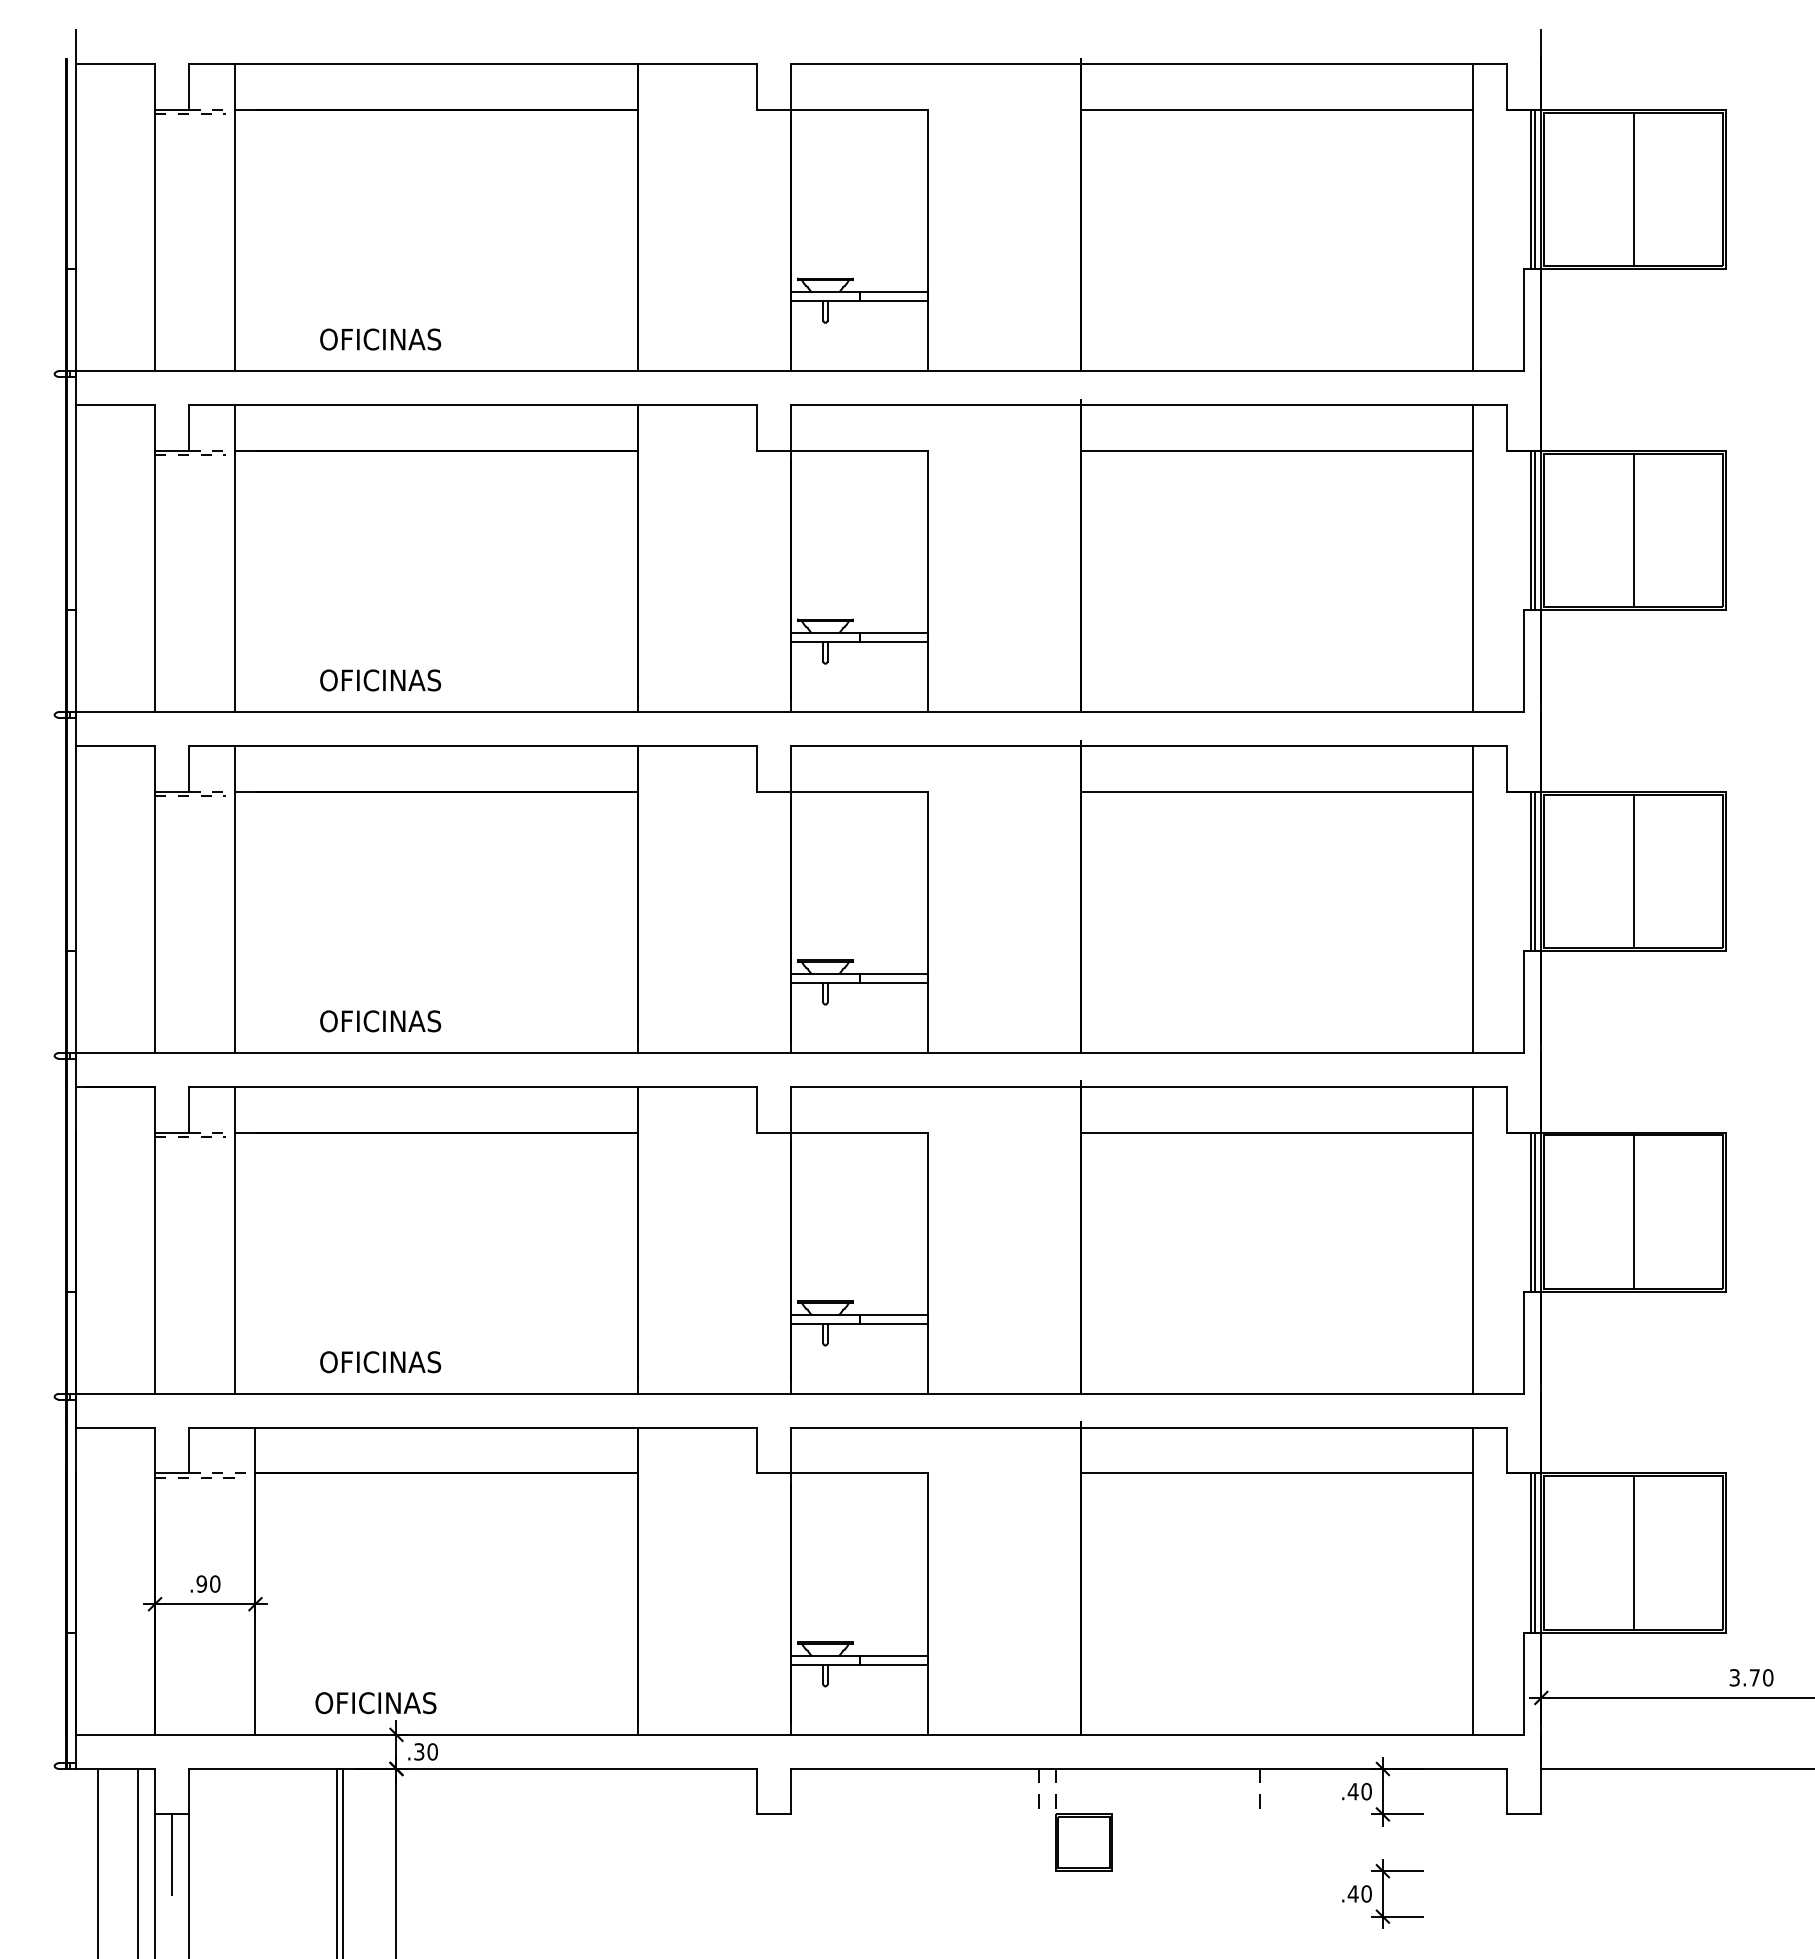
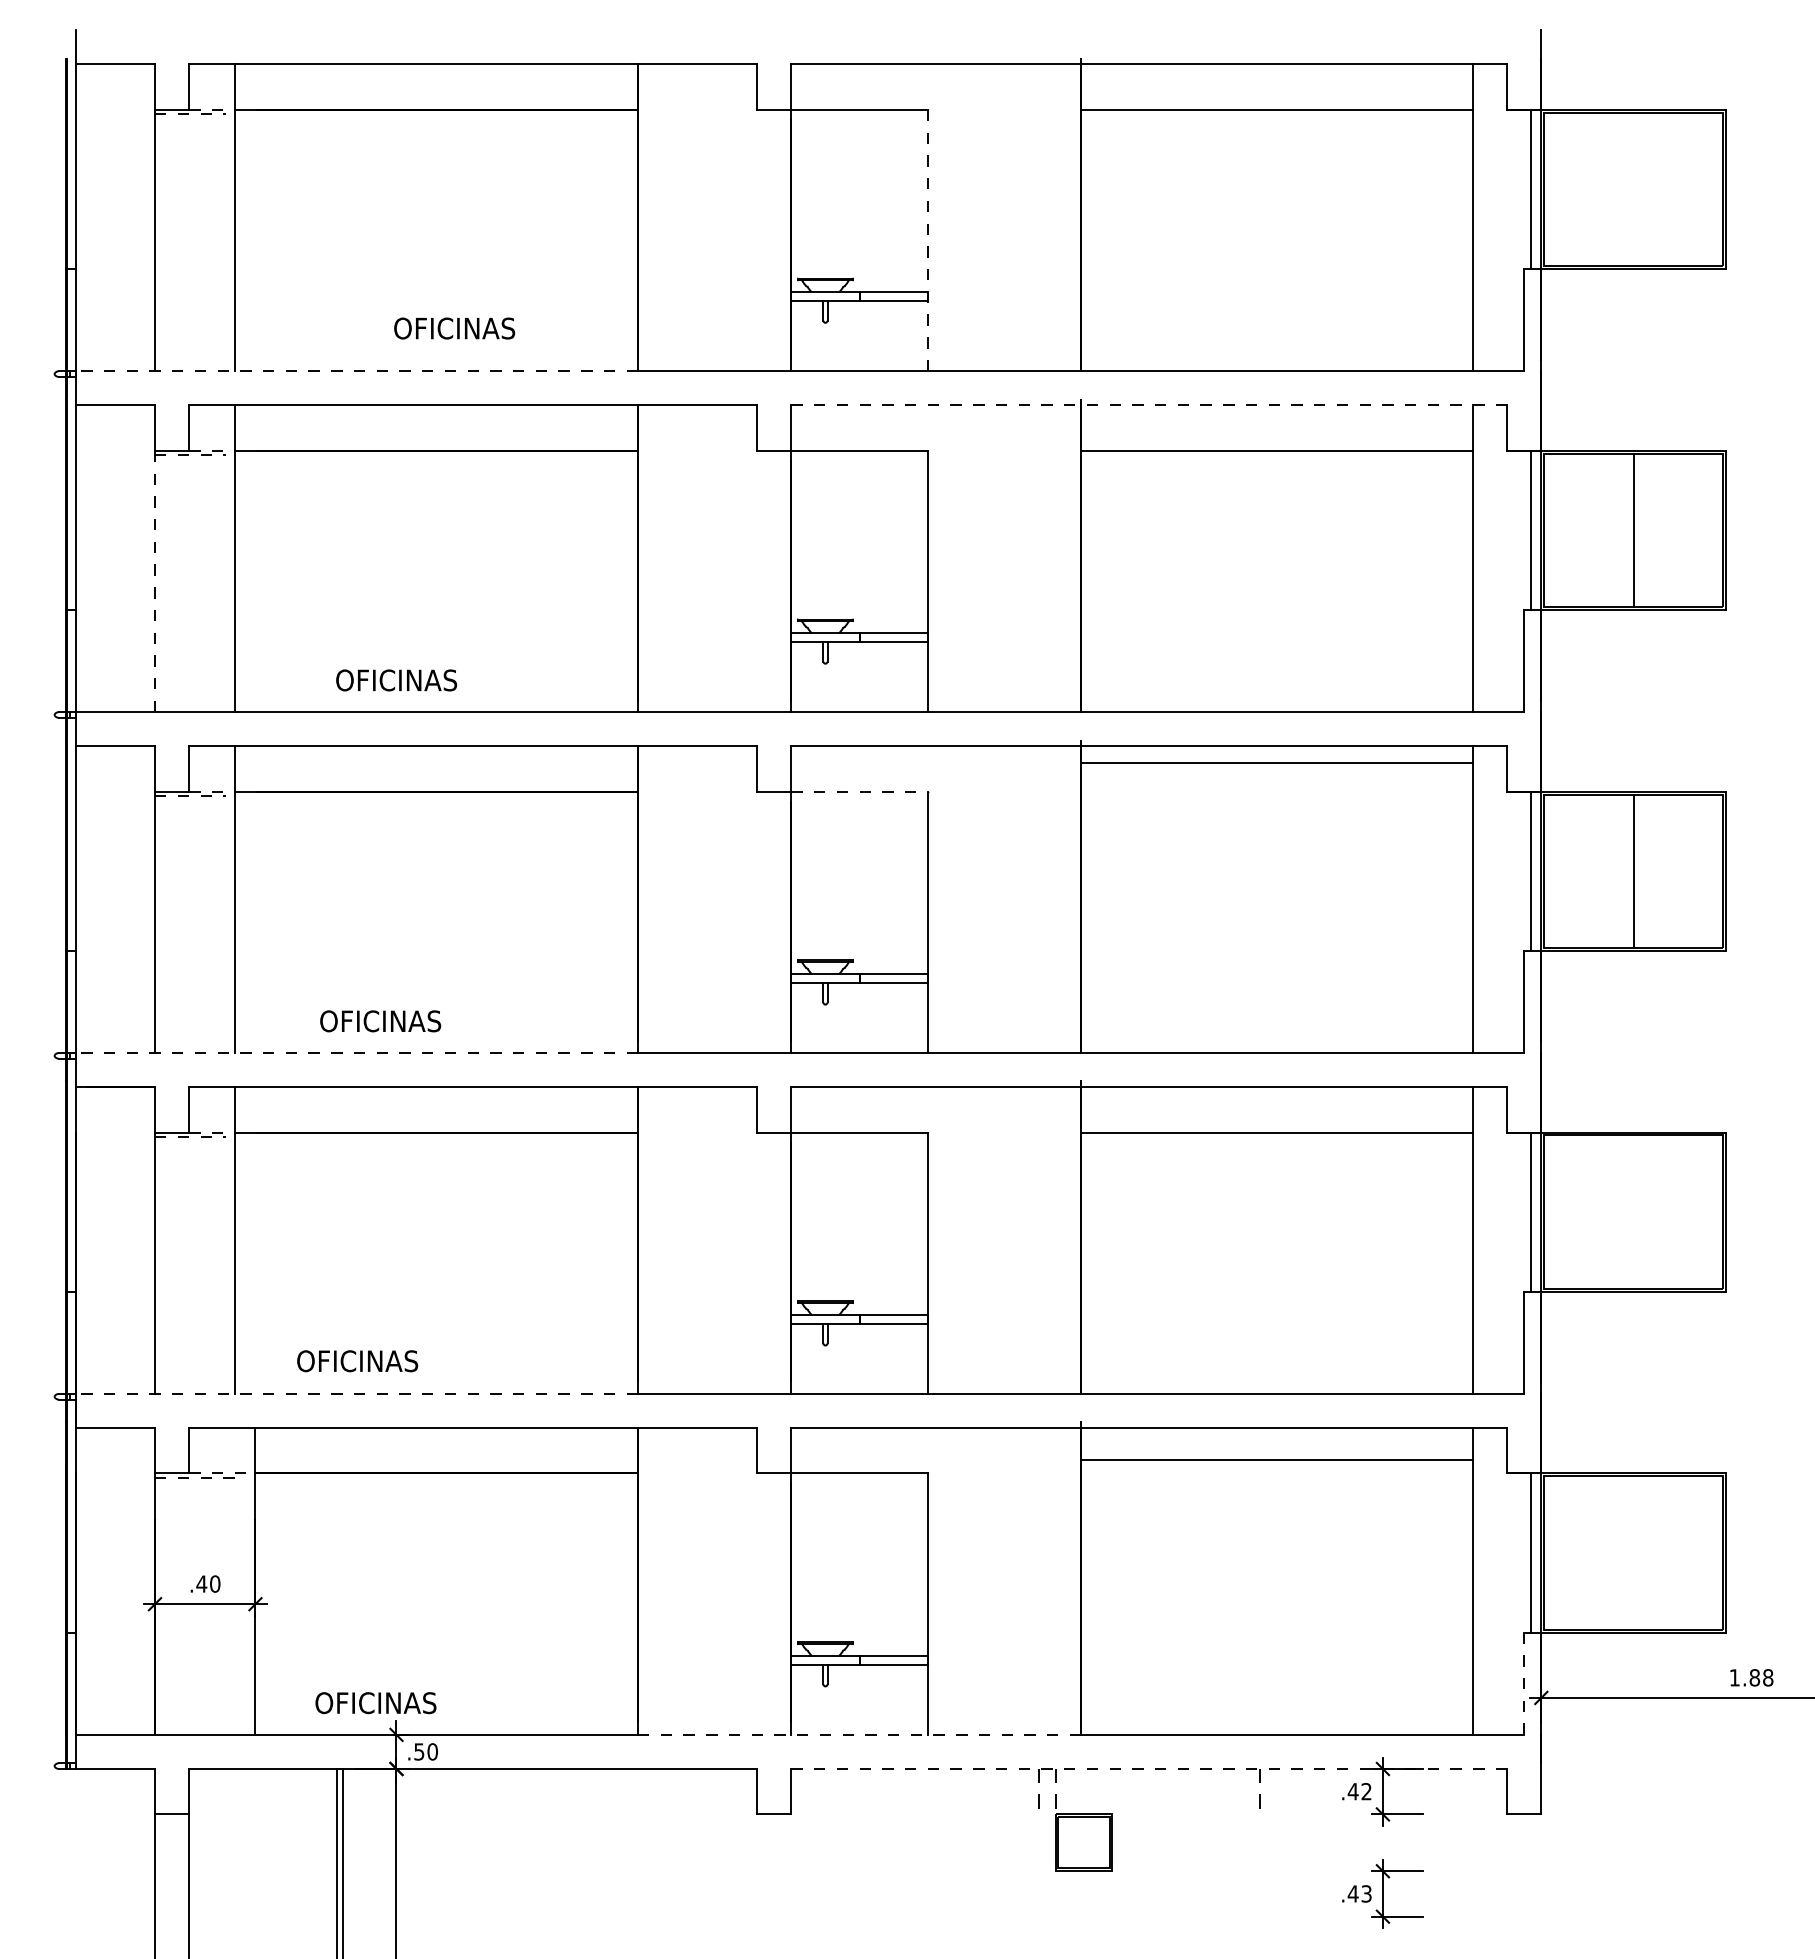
line at (1534, 188): present -> none
line at (1633, 189): present -> none
line at (927, 240): solid -> dashed
text at (380, 339) position: (380, 339) -> (454, 328)
line at (356, 371): solid -> dashed
line at (1149, 405): solid -> dashed
line at (1534, 529): present -> none
line at (155, 581): solid -> dashed
text at (380, 680) position: (380, 680) -> (396, 680)
line at (860, 791): solid -> dashed
line at (1277, 791) position: (1277, 791) -> (1277, 762)
line at (1534, 870): present -> none
line at (356, 1053): solid -> dashed
line at (1534, 1211): present -> none
line at (1633, 1211): present -> none
text at (380, 1362) position: (380, 1362) -> (357, 1361)
line at (356, 1393): solid -> dashed
line at (1277, 1473) position: (1277, 1473) -> (1277, 1460)
line at (1534, 1552): present -> none
line at (1633, 1552): present -> none
text at (201, 1583): .90 -> .40
text at (1751, 1677): 3.70 -> 1.88
line at (1524, 1683): solid -> dashed
line at (859, 1734): solid -> dashed
text at (419, 1751): .30 -> .50
line at (1149, 1768): solid -> dashed
line at (1676, 1768): present -> none
text at (1366, 1791): .40 -> .42
line at (172, 1854): present -> none
line at (98, 1861): present -> none
line at (138, 1861): present -> none
text at (1366, 1893): .40 -> .43
